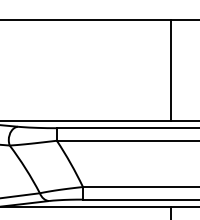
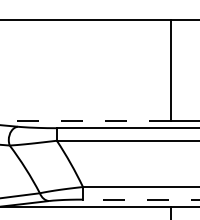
line at (85, 121): solid -> dashed
line at (141, 199): solid -> dashed
